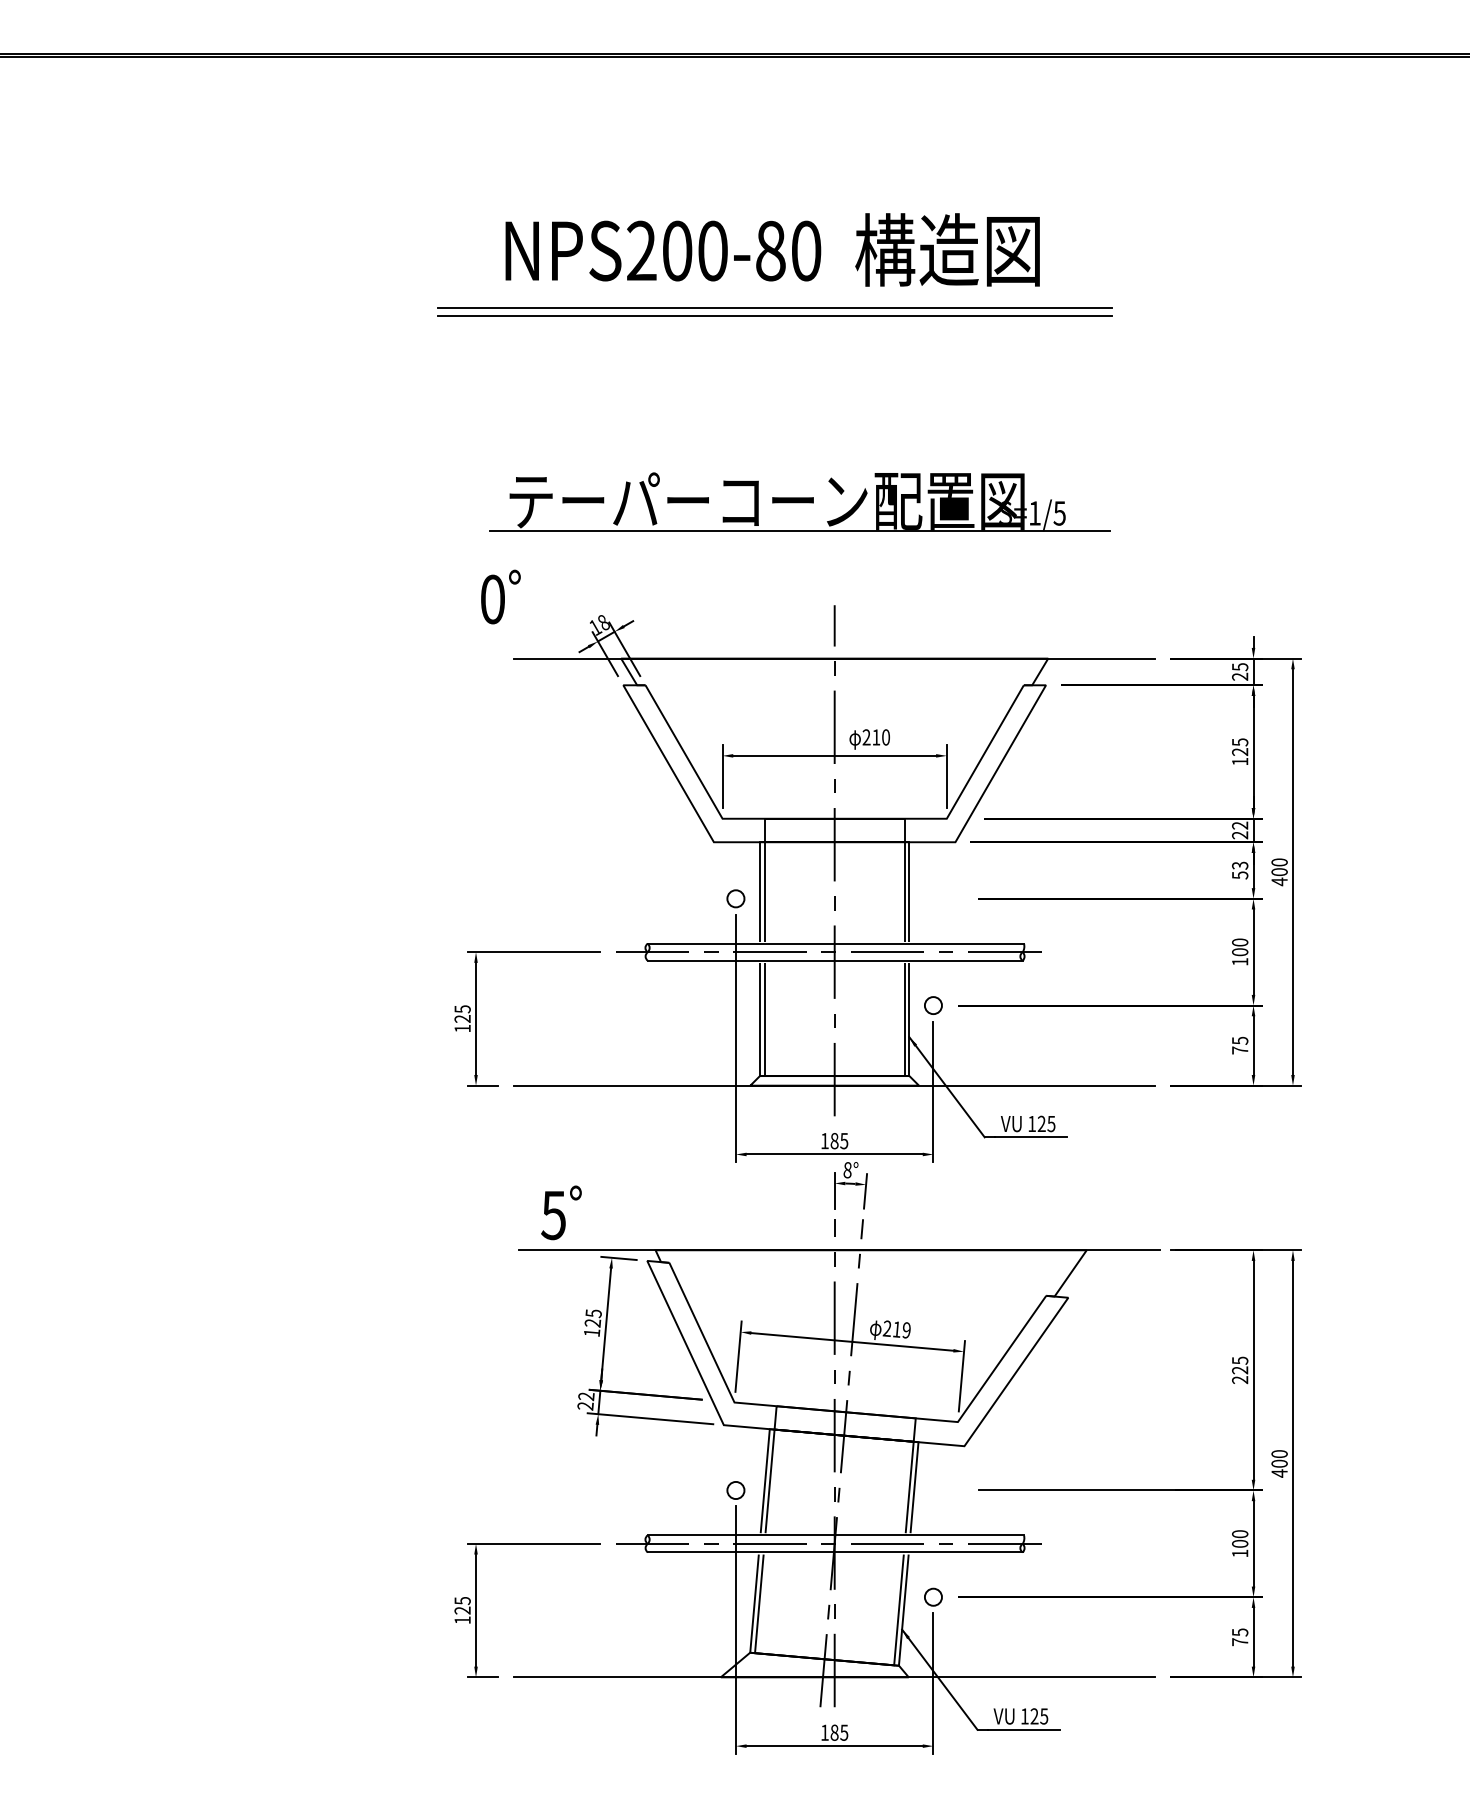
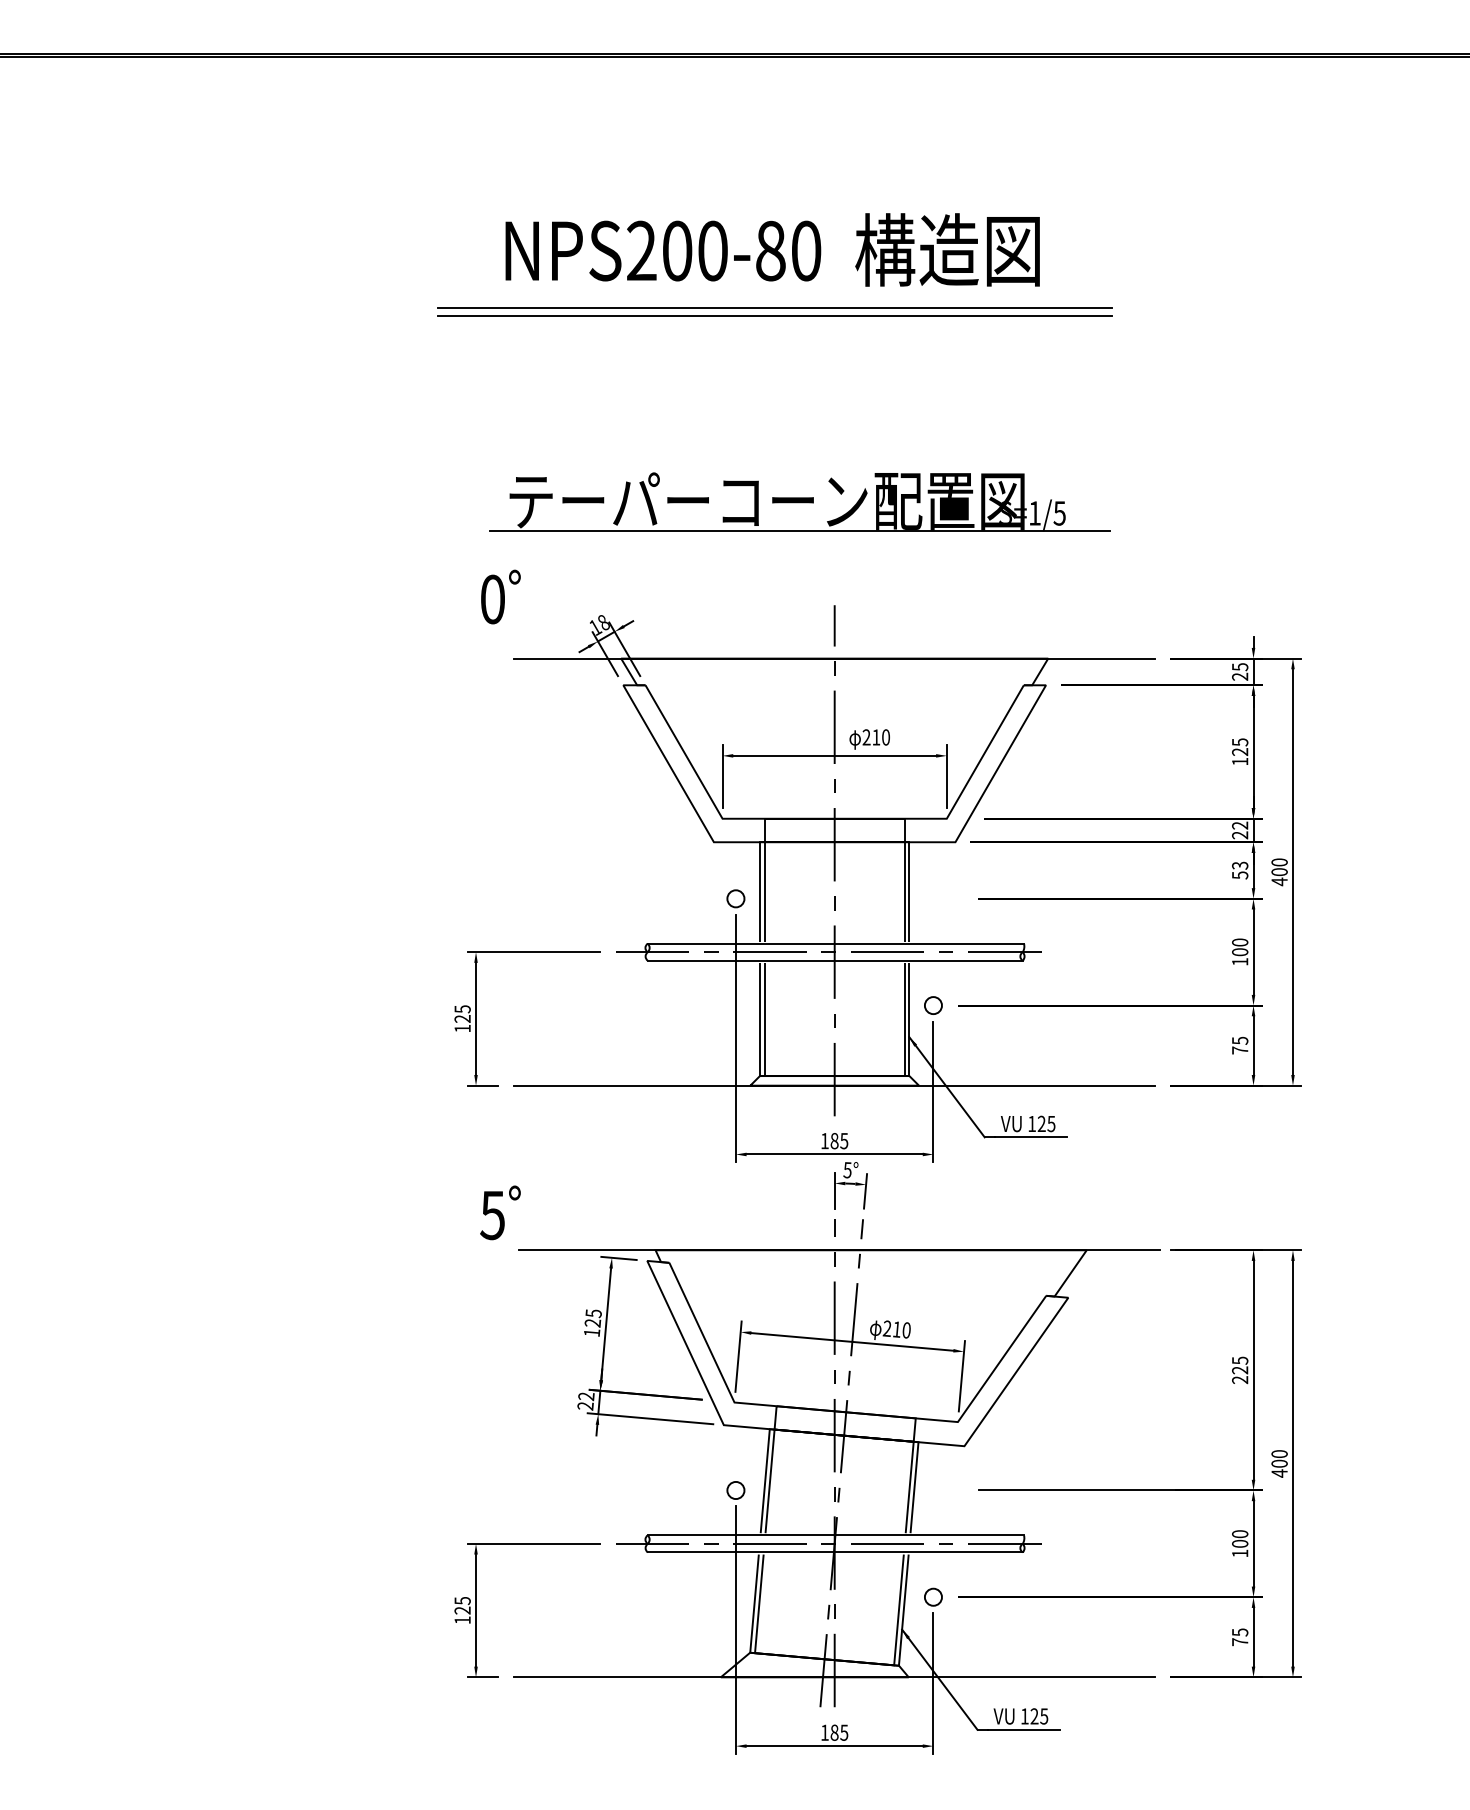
text at (847, 1170): 8° -> 5°
text at (561, 1212) position: (561, 1212) -> (500, 1212)
text at (906, 1330): 219 -> 210
